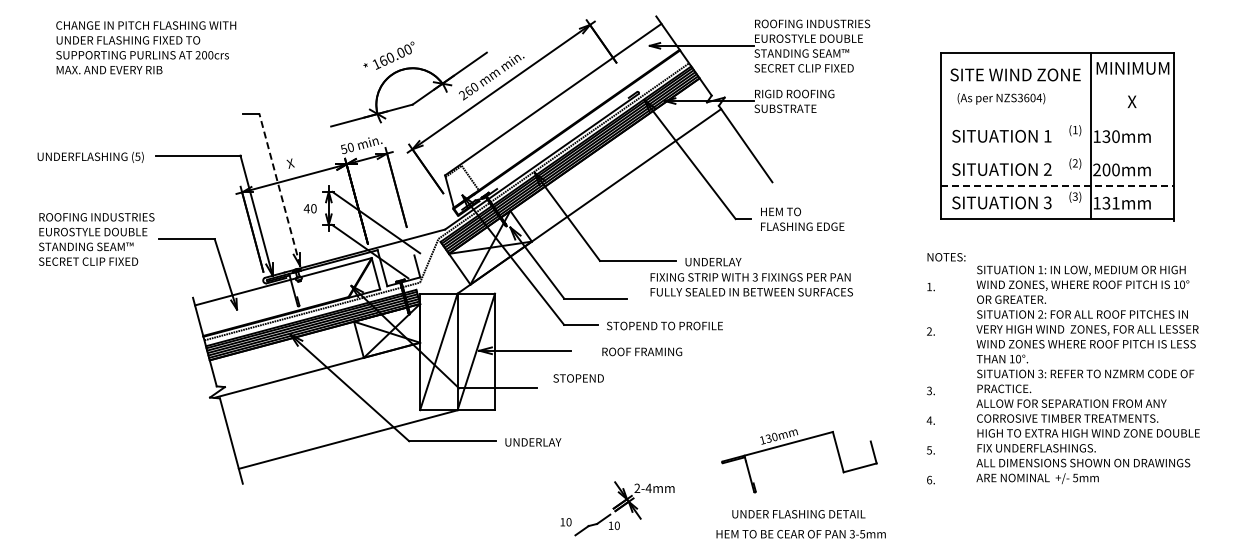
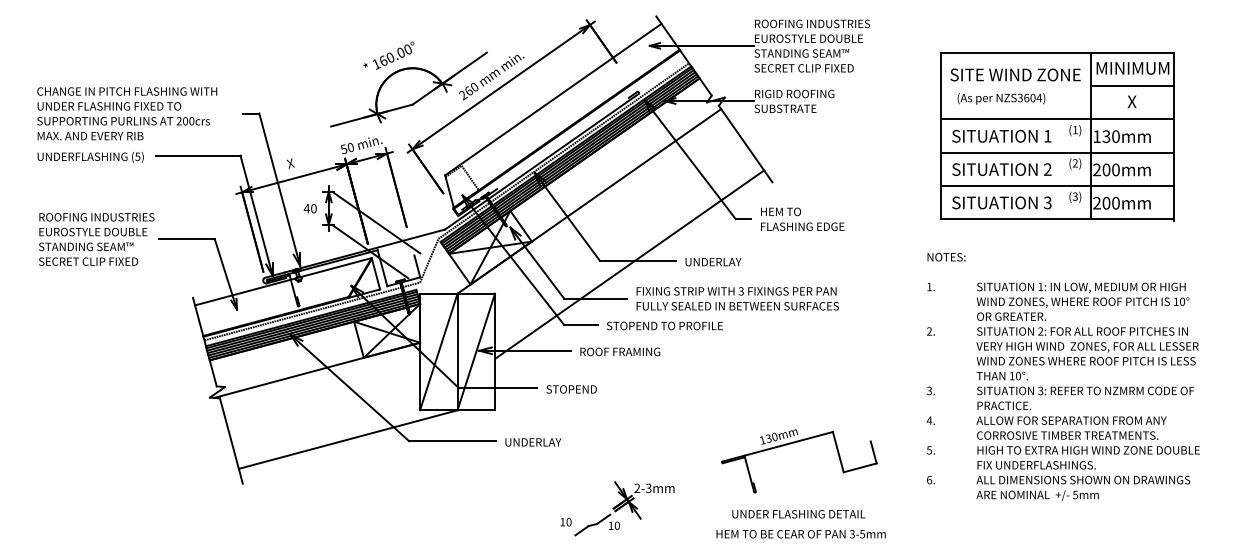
text at (146, 47) position: (146, 47) -> (127, 113)
line at (1132, 86): none -> present
line at (1057, 119): none -> present
line at (1057, 152): none -> present
line at (1057, 186): dashed -> solid
line at (279, 189): dashed -> solid
text at (1106, 202): 131mm -> 200mm
line at (629, 264): none -> present
text at (751, 284) position: (751, 284) -> (737, 298)
text at (642, 351) position: (642, 351) -> (620, 351)
text at (1087, 374) position: (1087, 374) -> (1087, 391)
text at (578, 378) position: (578, 378) -> (571, 389)
text at (648, 488): 2-4mm -> 2-3mm
